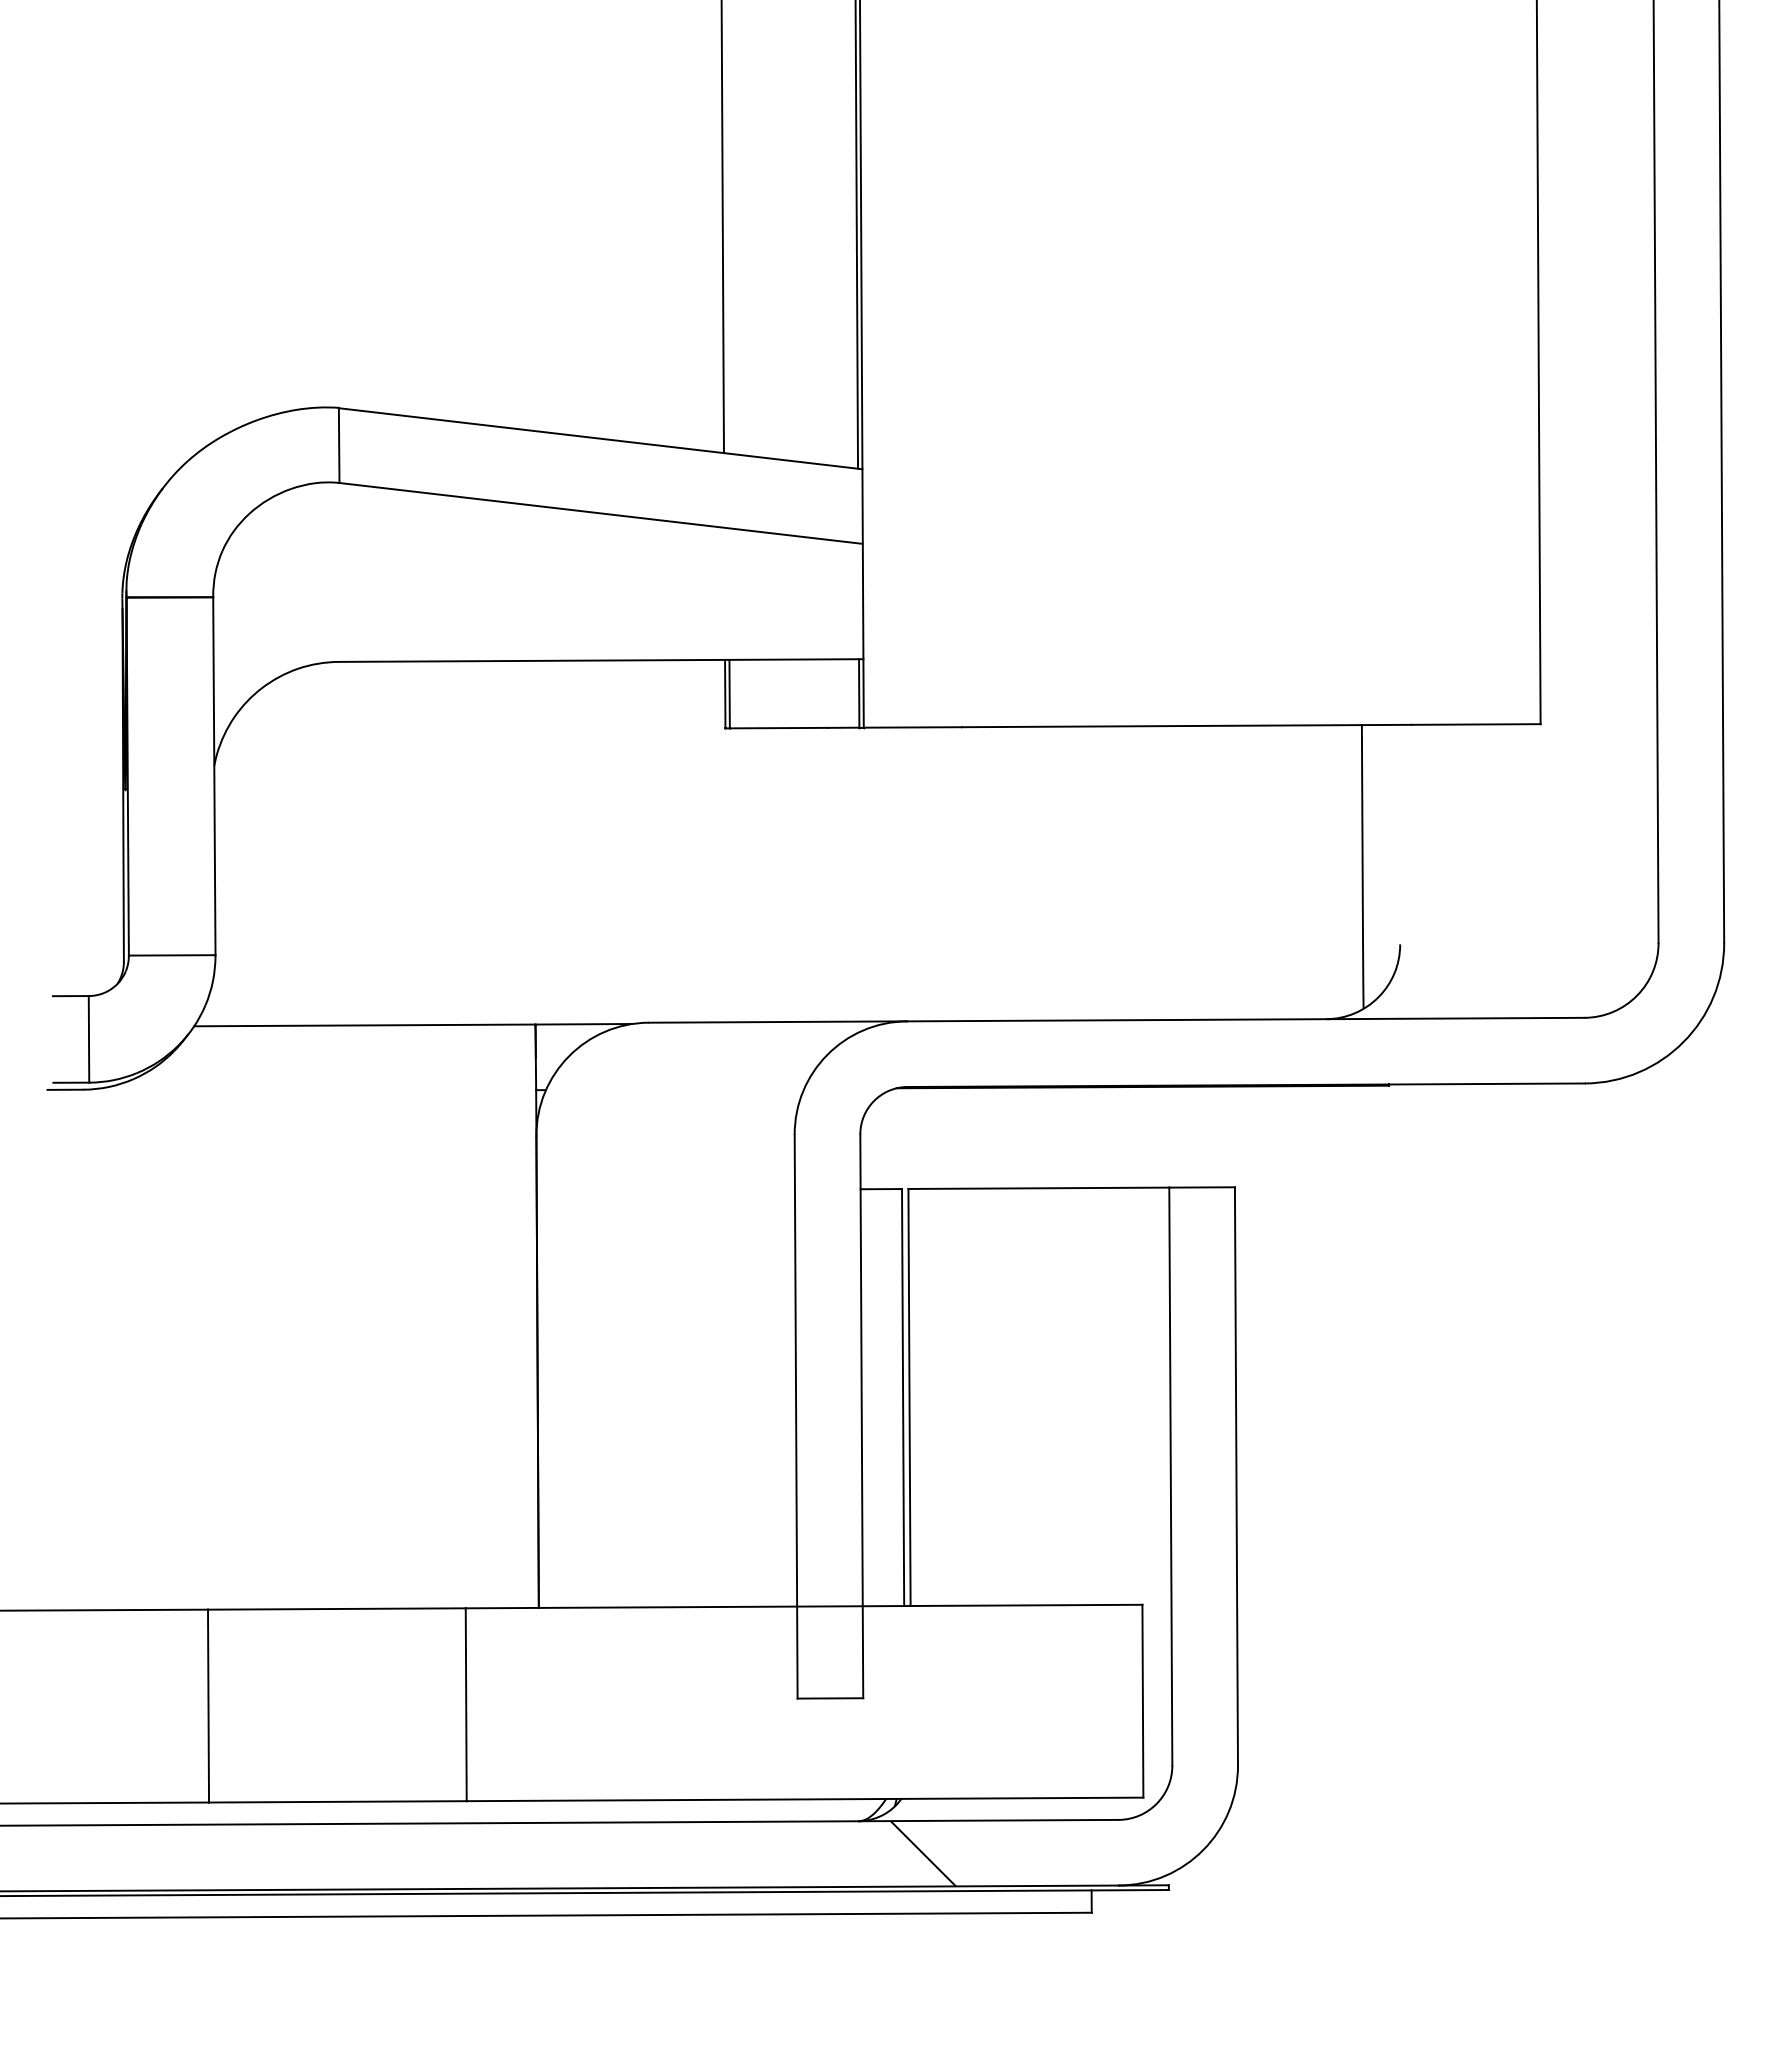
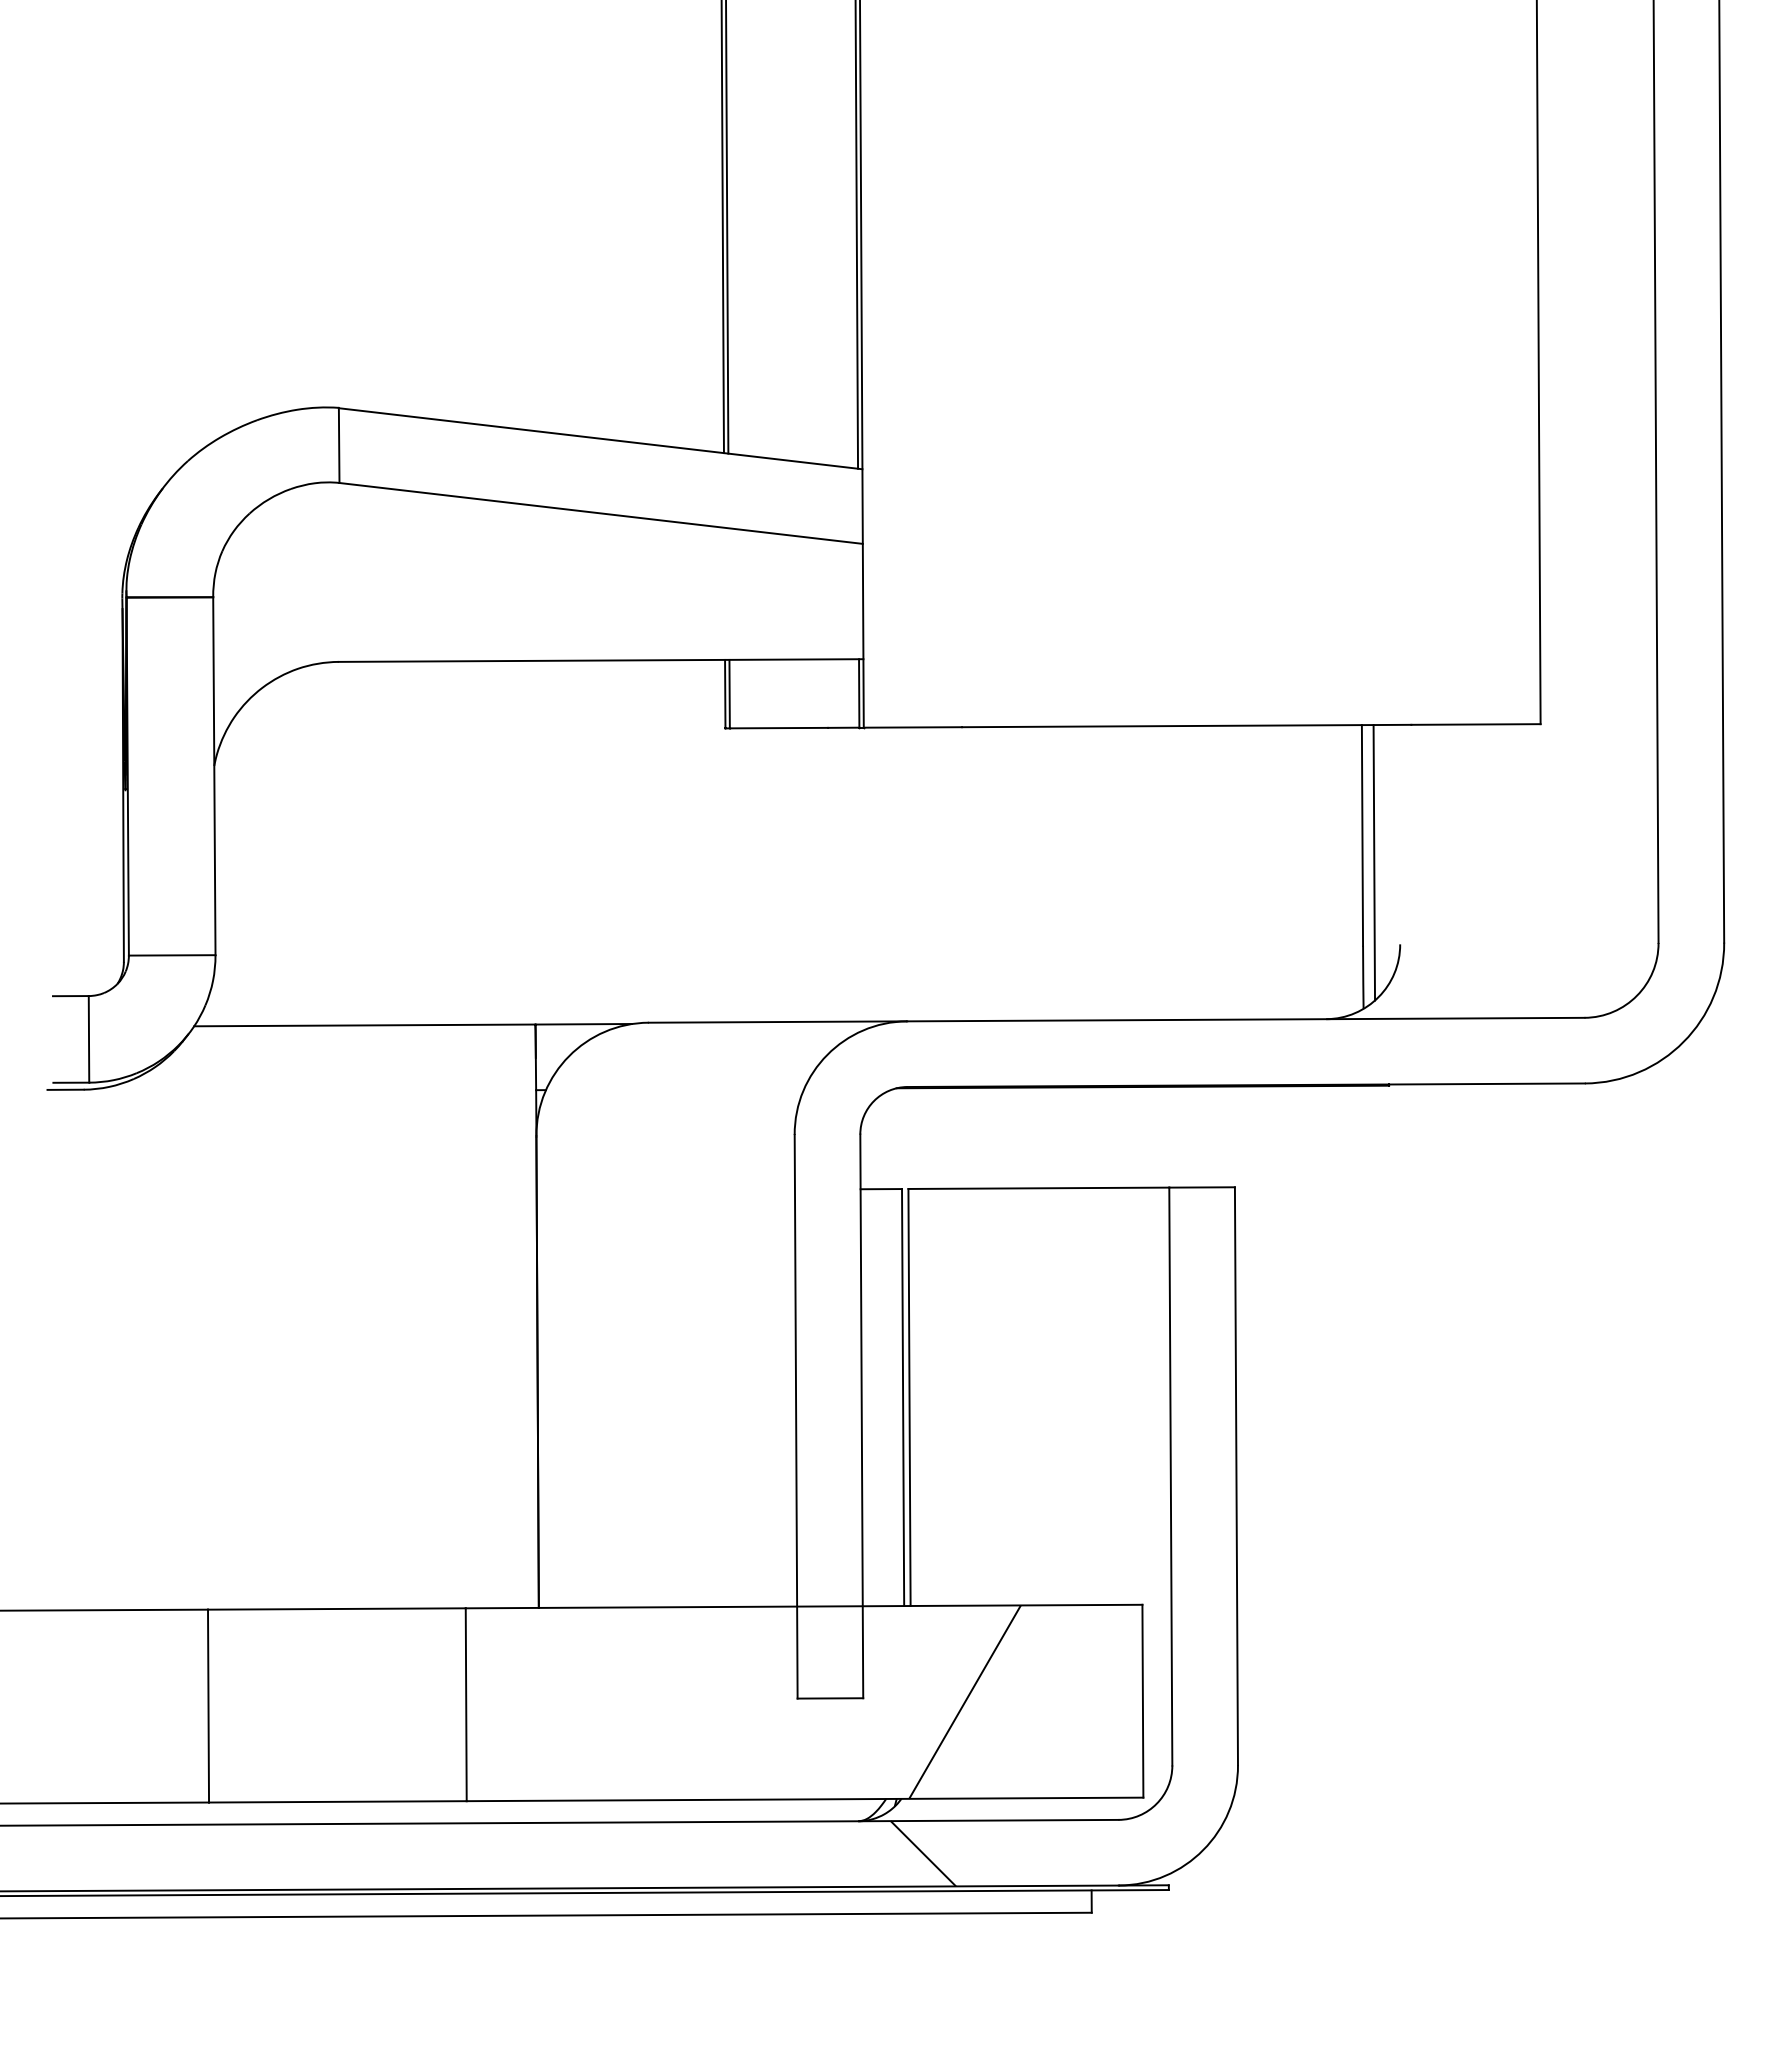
line at (727, 227): none -> present
line at (1374, 862): none -> present
hatch at (964, 1701): none -> present
